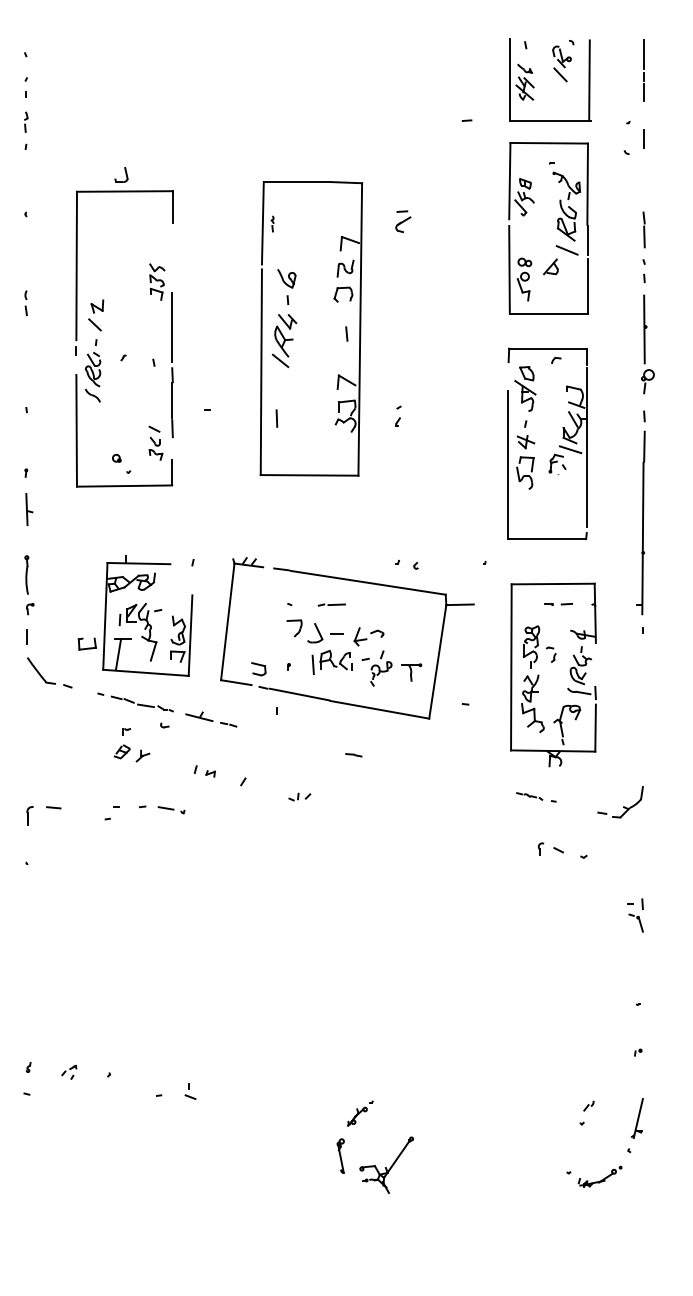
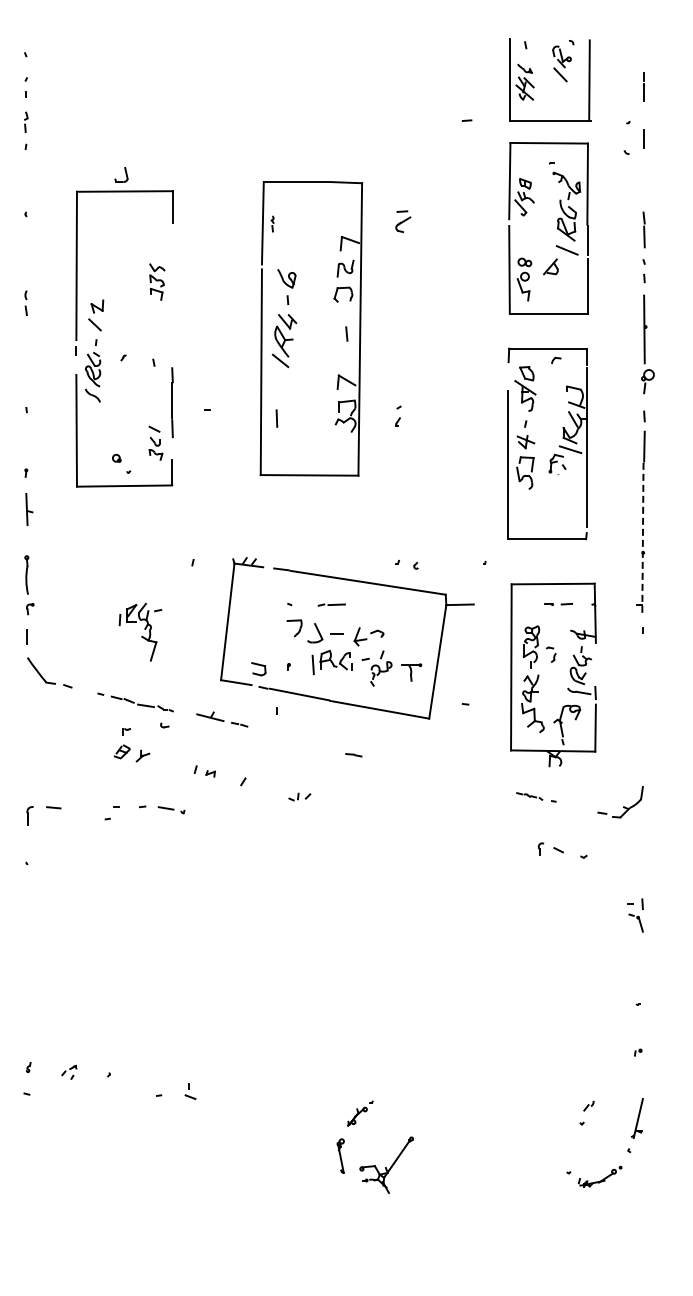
line at (644, 54): present -> none
line at (172, 327): present -> none
line at (642, 538): solid -> dashed
part at (131, 638): present -> none
part at (211, 719) position: (211, 719) -> (222, 719)
